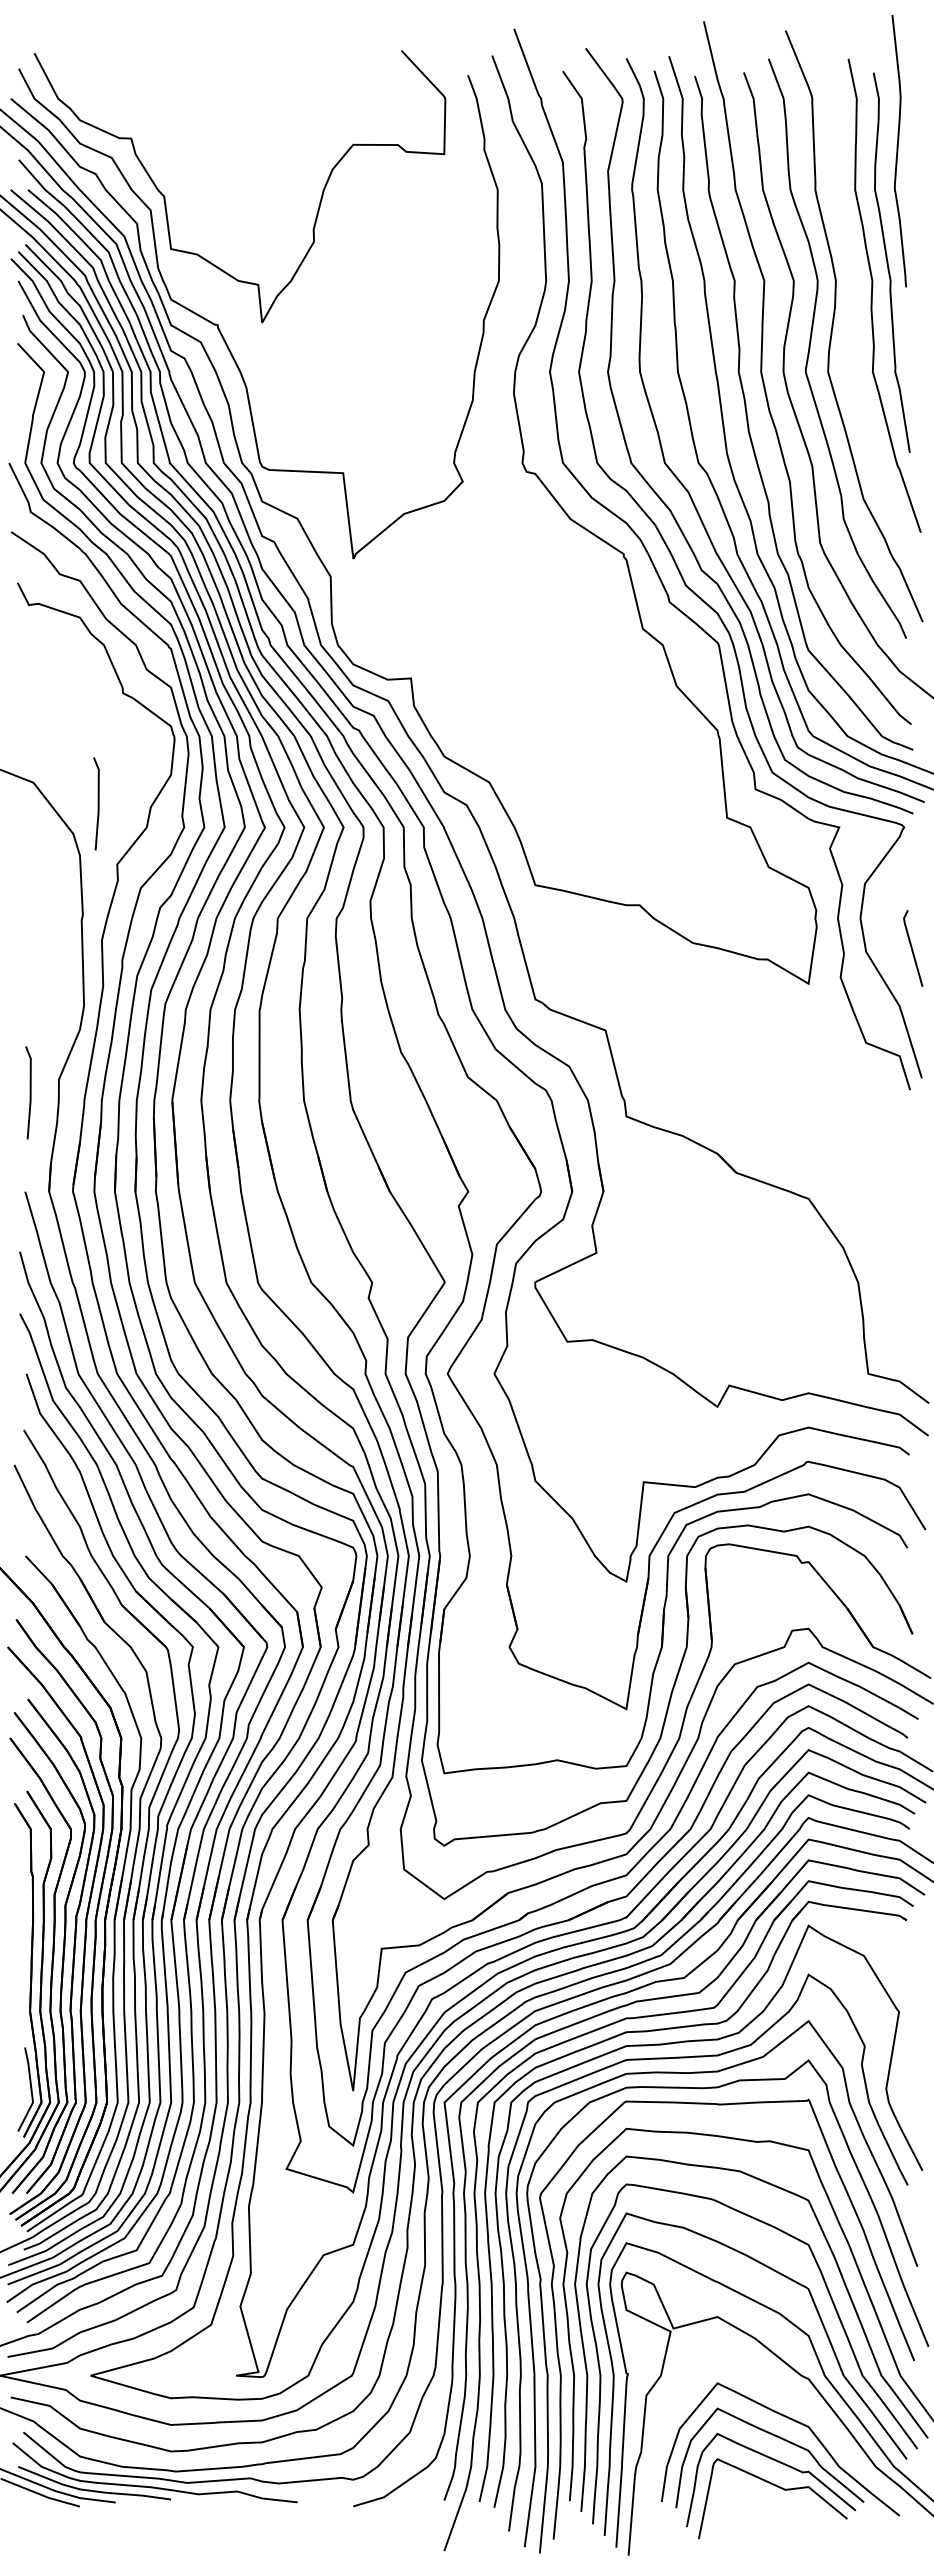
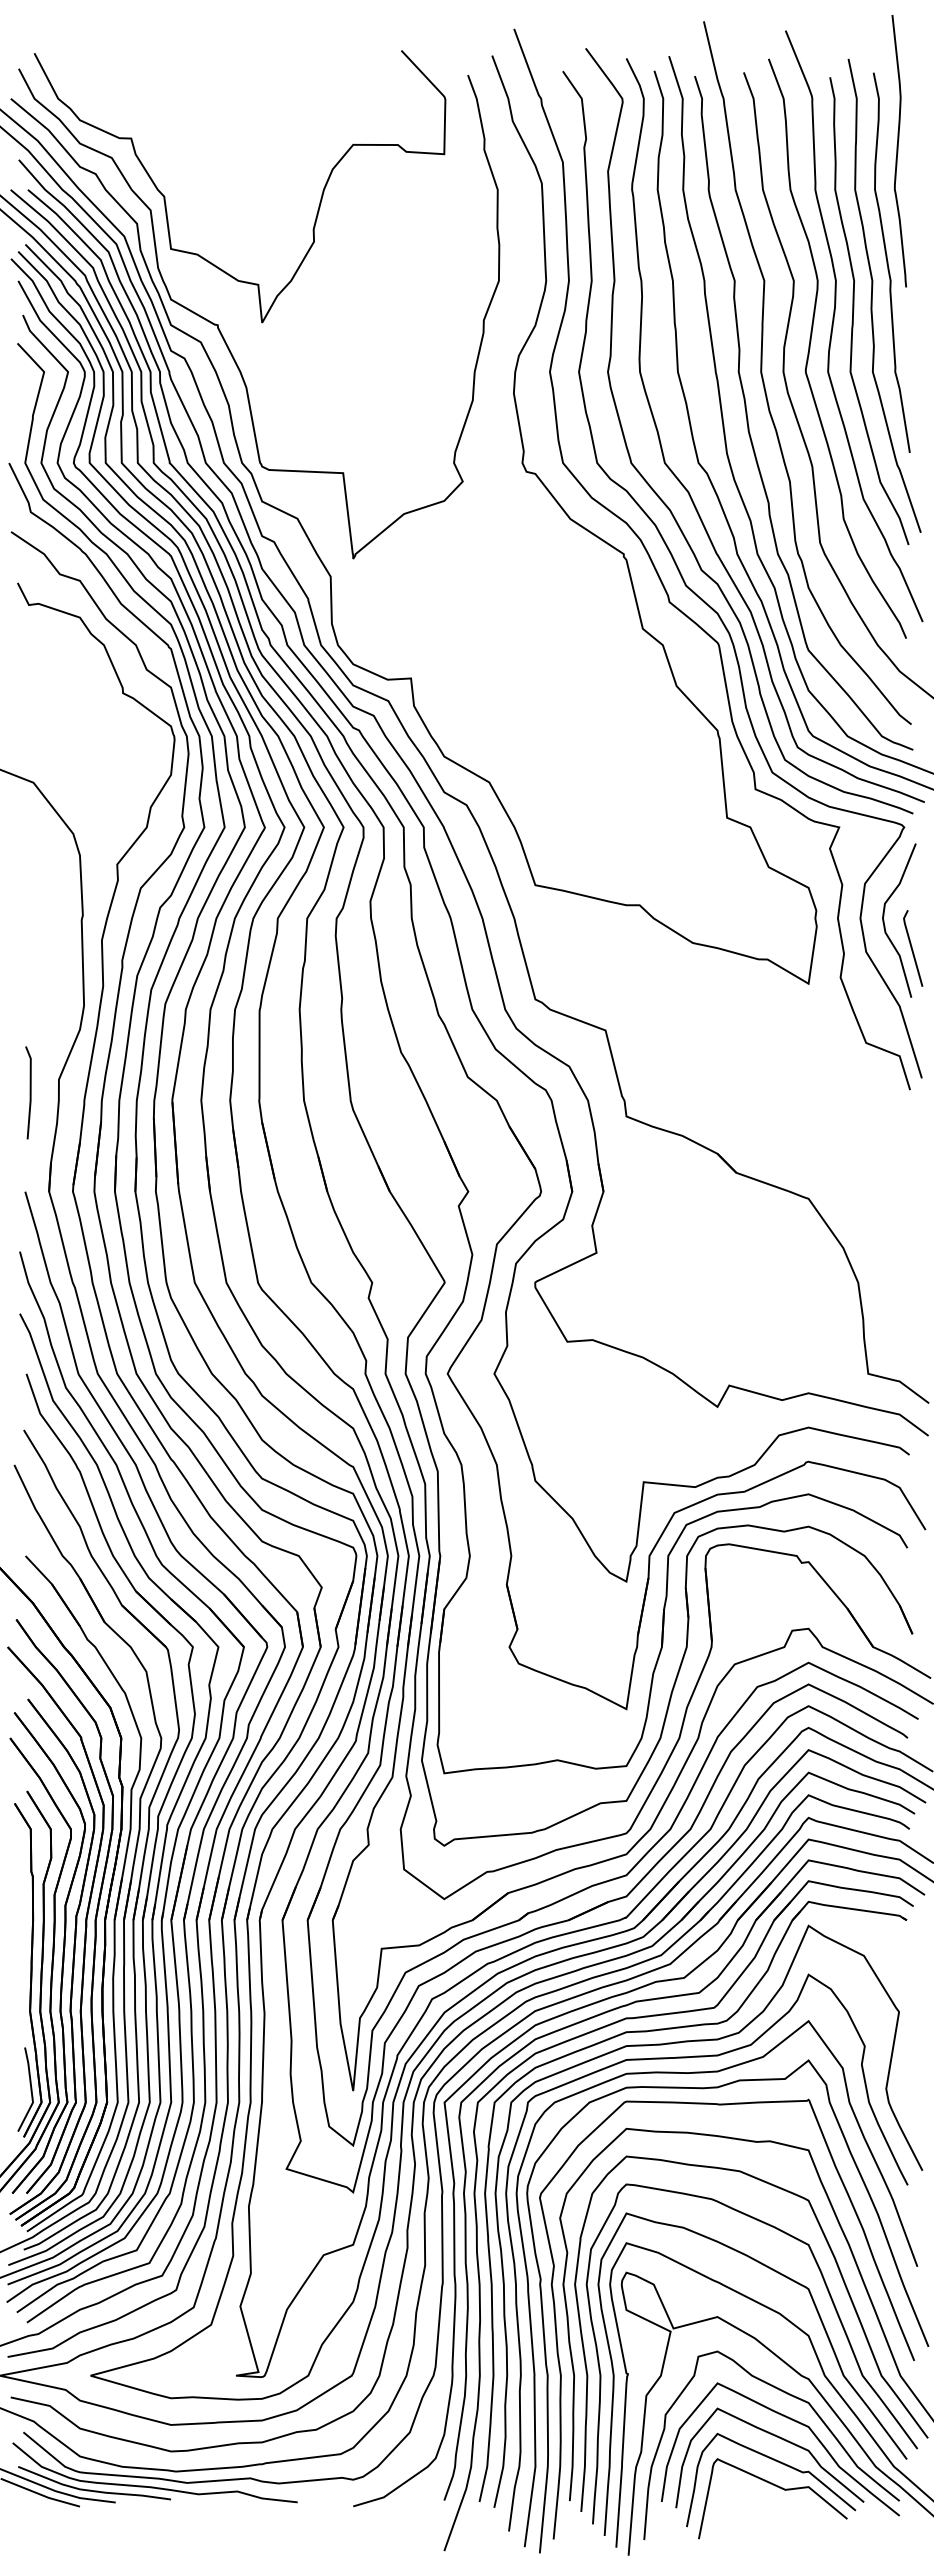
curve at (854, 310): none -> present
line at (97, 803): present -> none
curve at (885, 925): none -> present
curve at (795, 2398): none -> present
